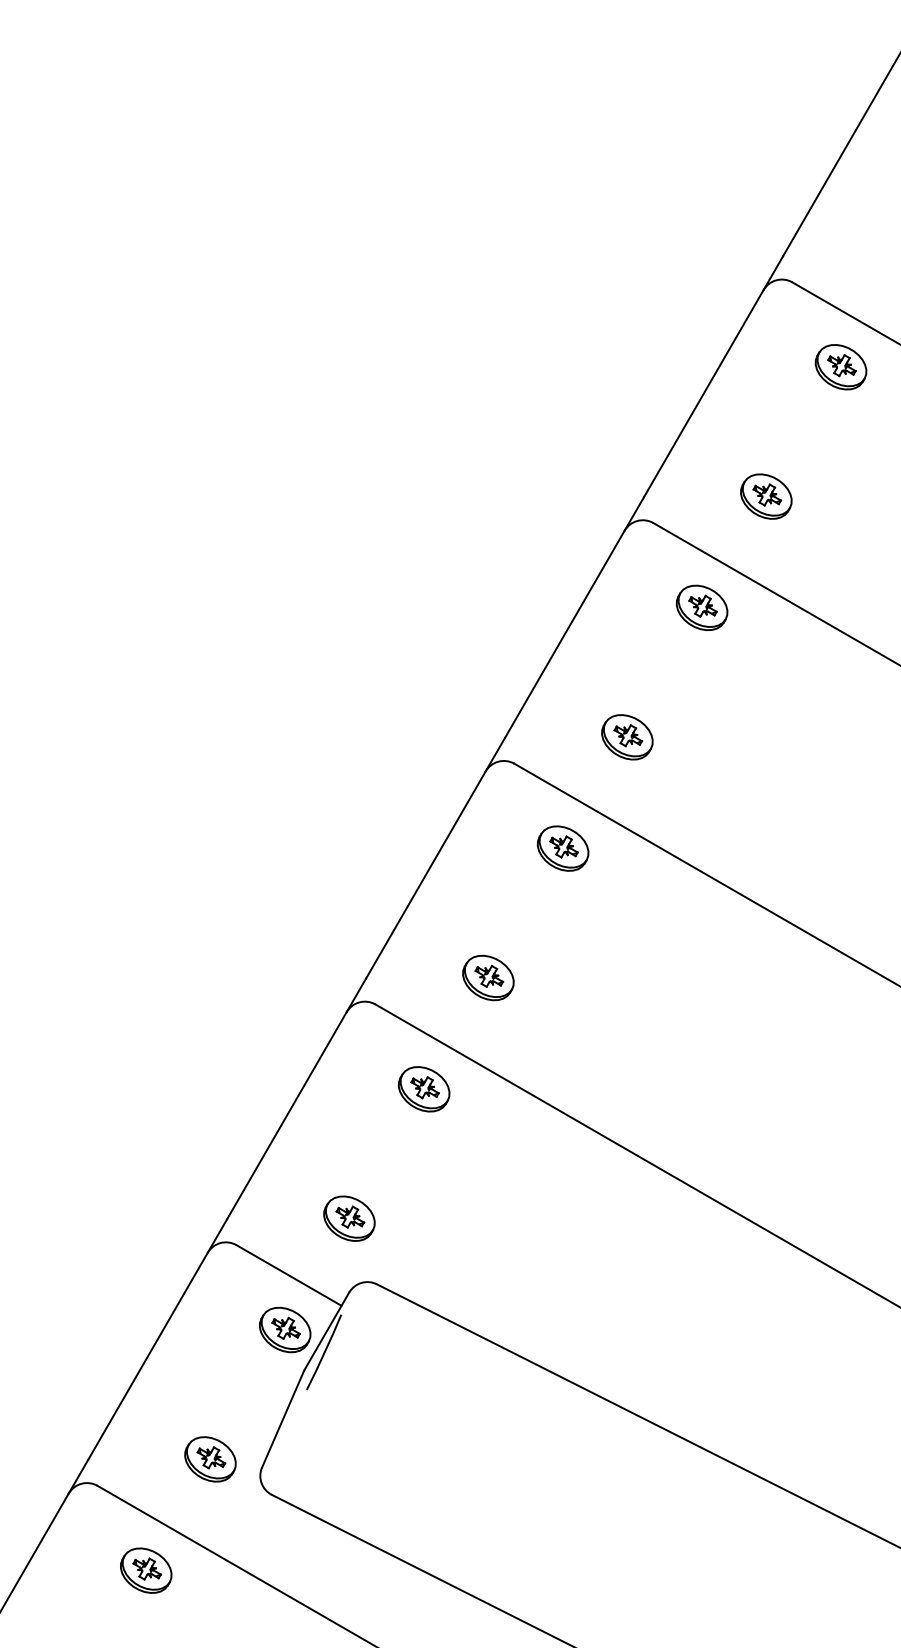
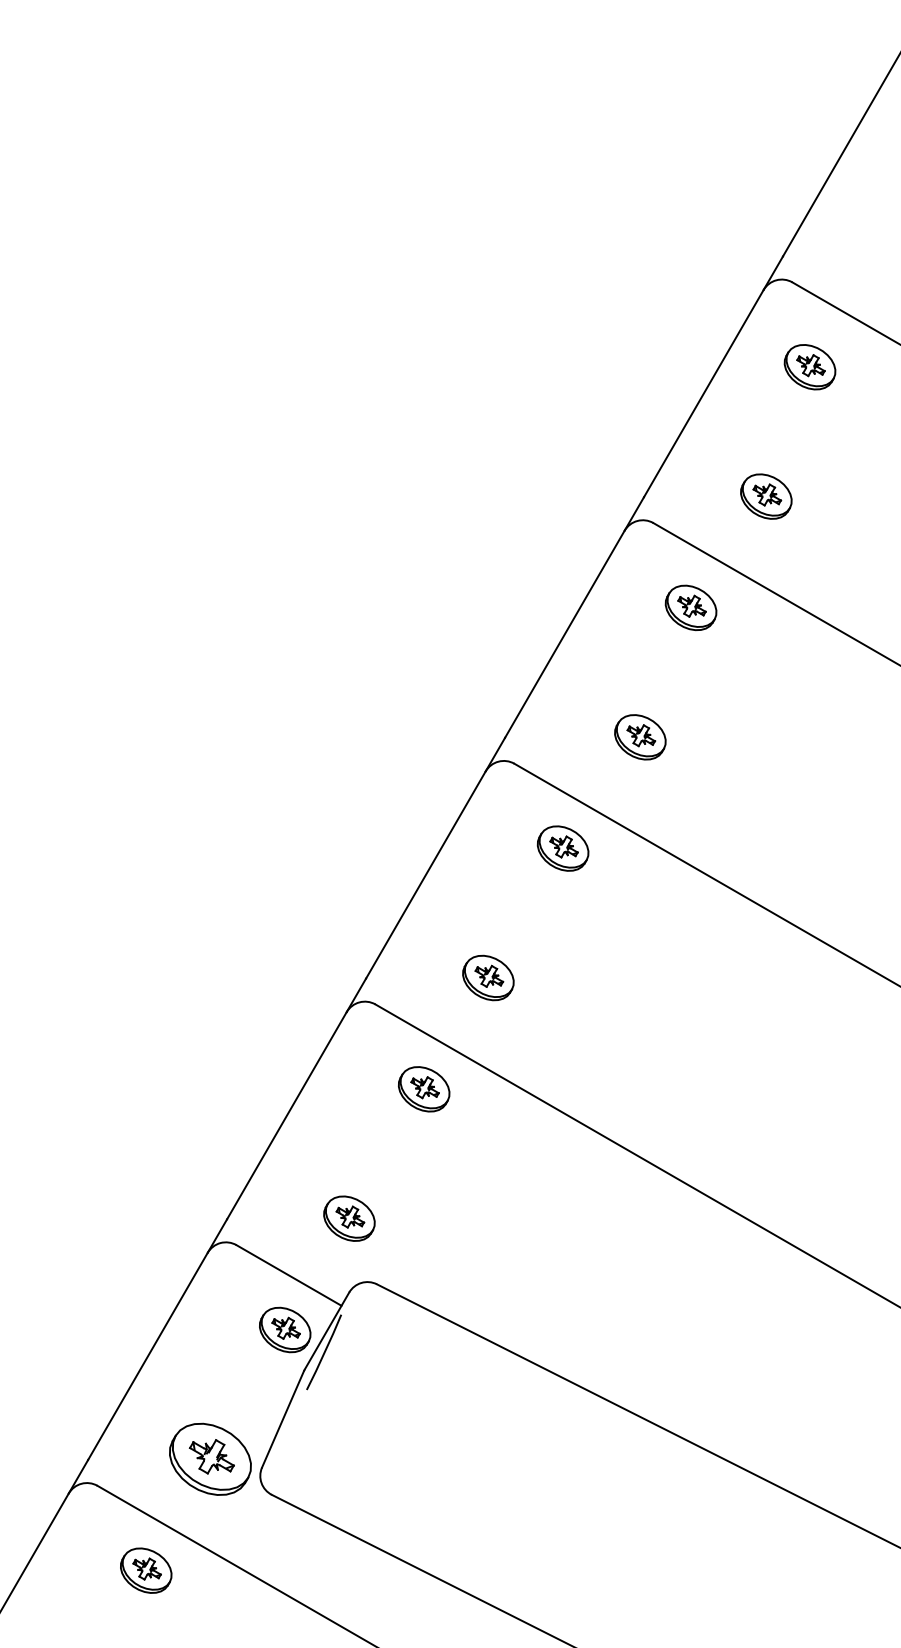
part at (840, 367) position: (840, 367) -> (809, 367)
part at (701, 607) position: (701, 607) -> (690, 607)
part at (627, 737) position: (627, 737) -> (640, 737)
part at (210, 1459) size: 53x47 px -> 83x74 px
